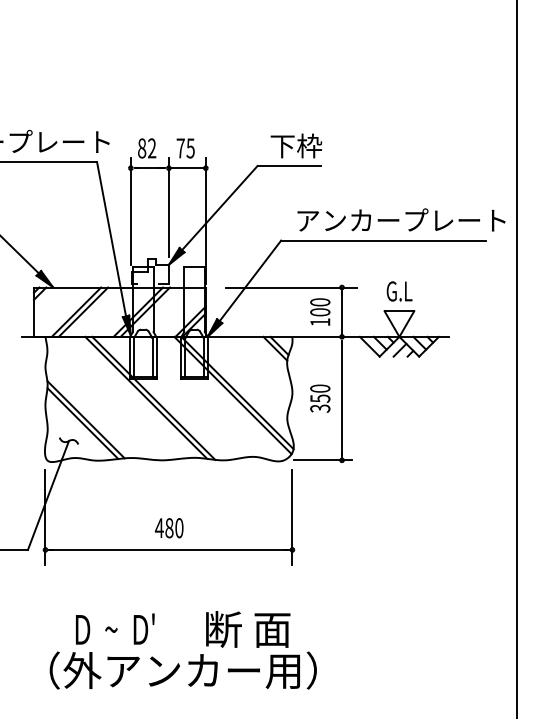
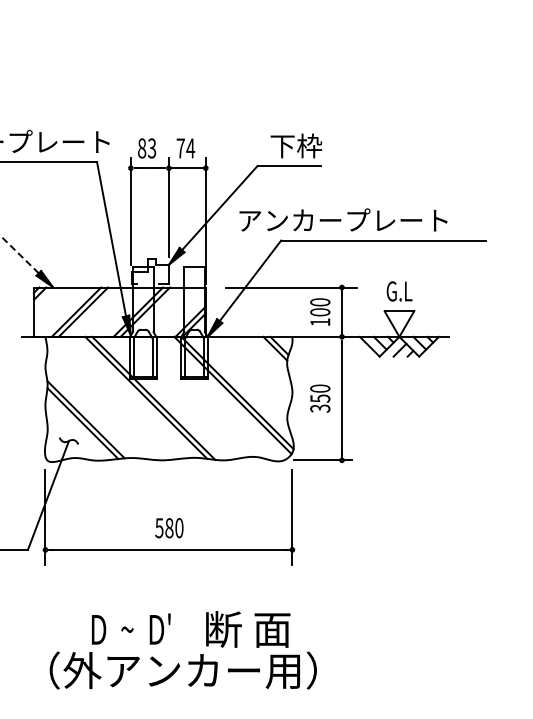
text at (151, 148): 82 -> 83
text at (190, 148): 75 -> 74
text at (401, 219) position: (401, 219) -> (343, 219)
line at (19, 254): solid -> dashed
line at (517, 358): present -> none
text at (159, 528): 480 -> 580
text at (115, 628) position: (115, 628) -> (131, 628)
